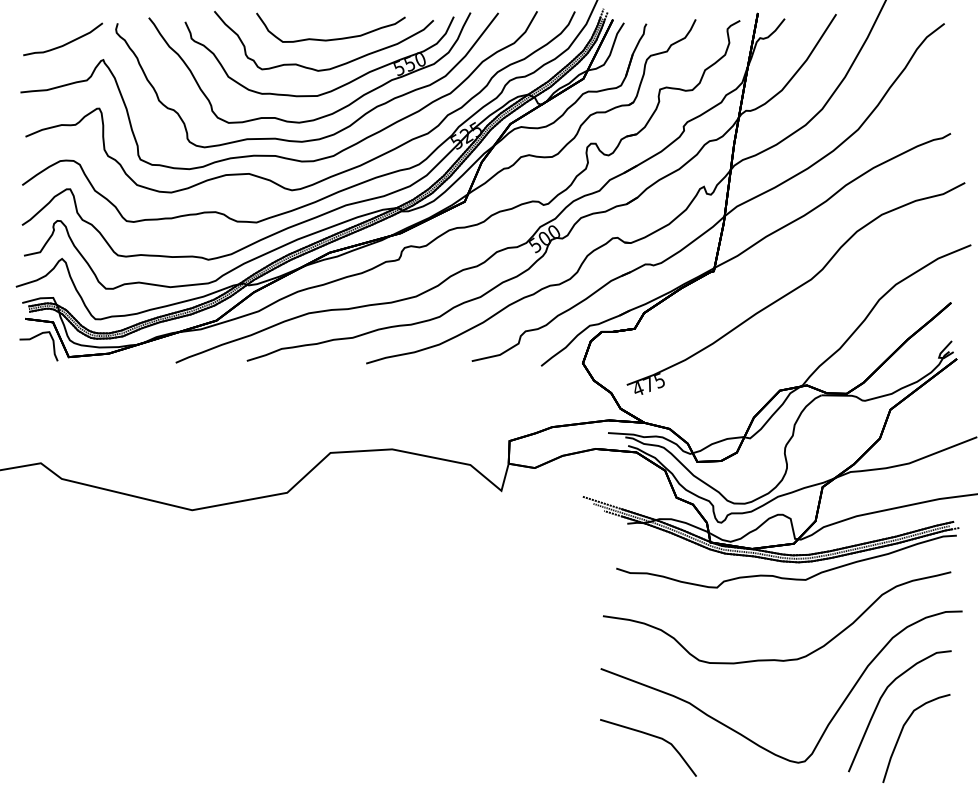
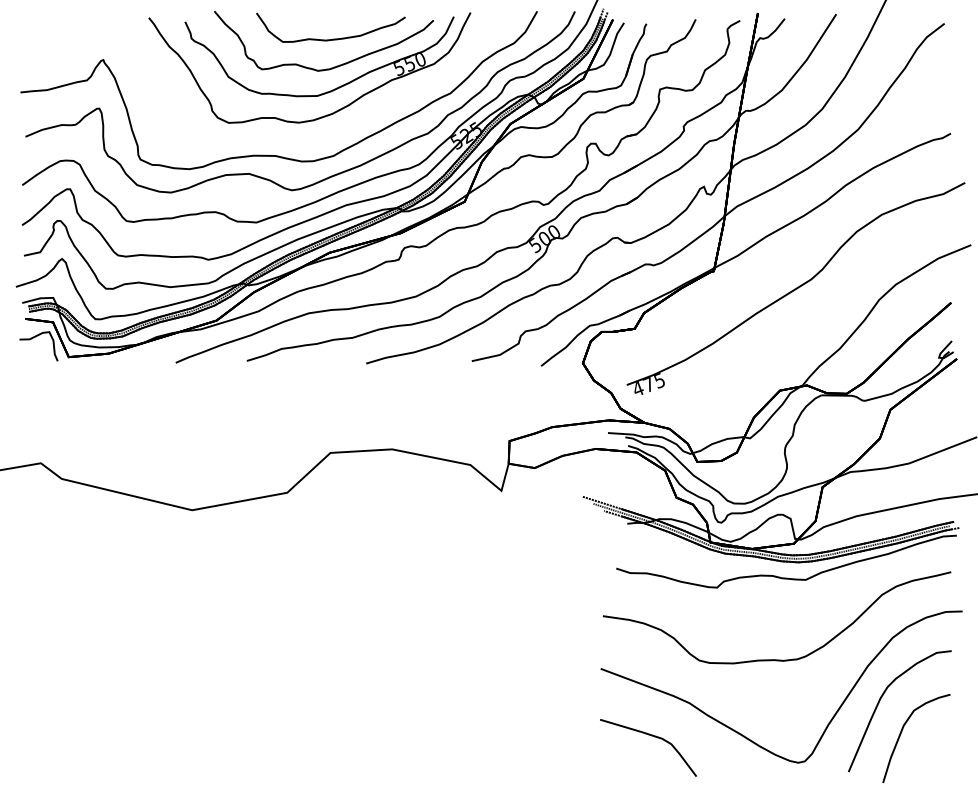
part at (267, 137): present -> none
